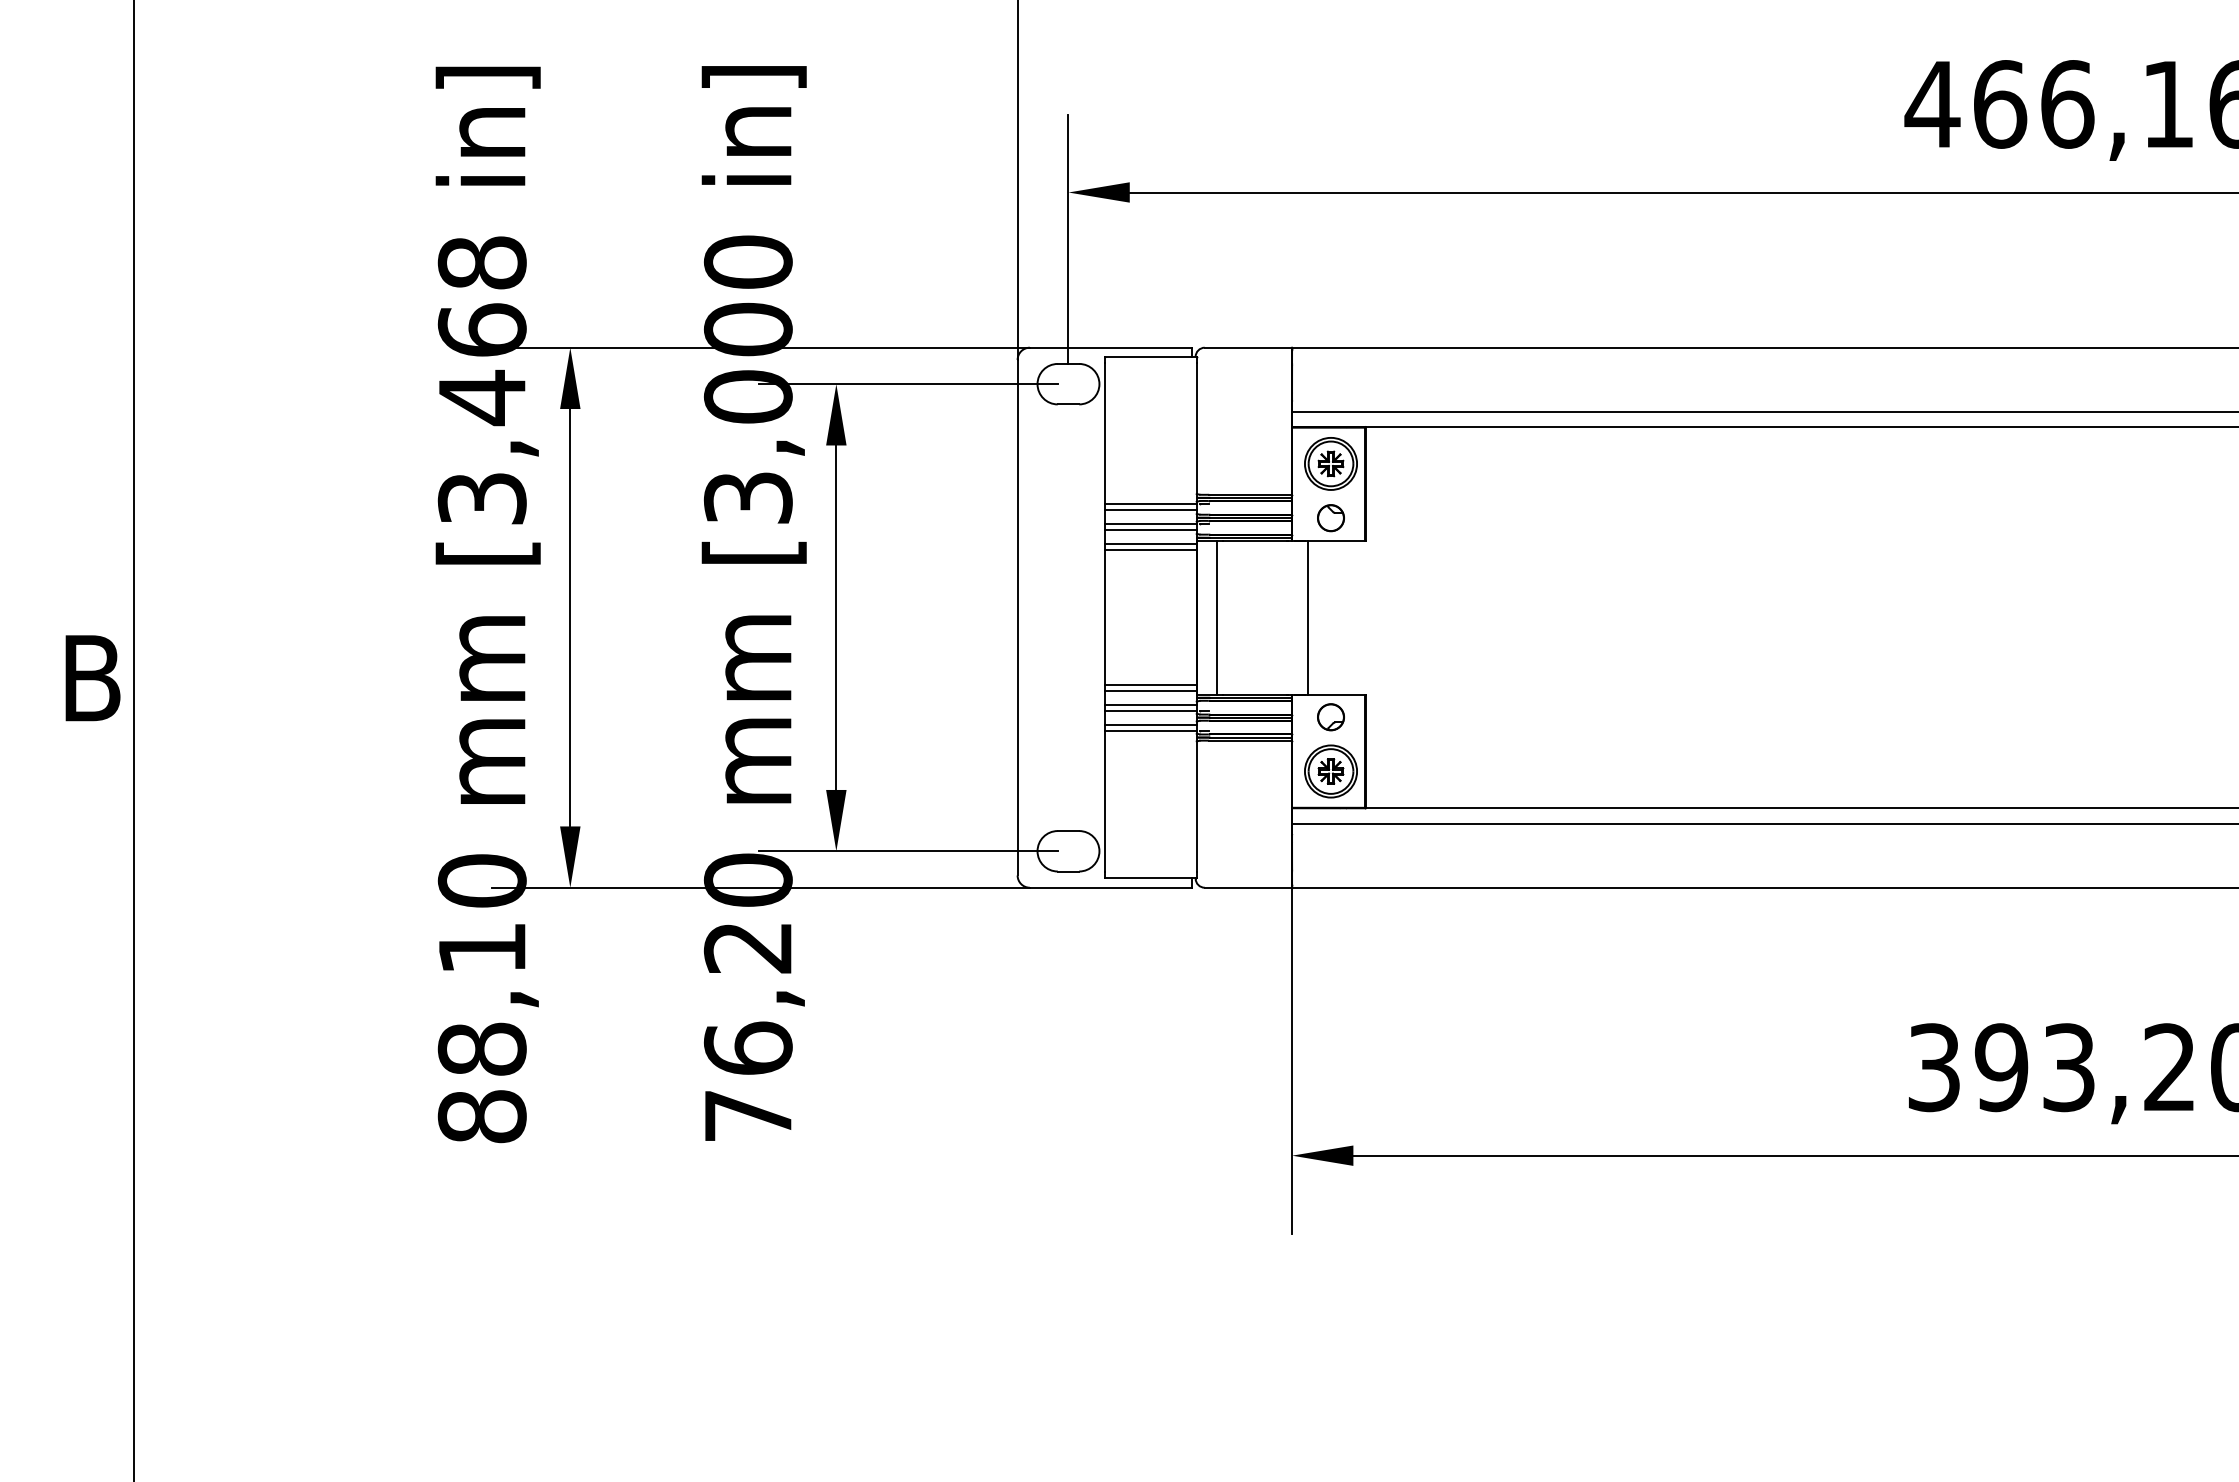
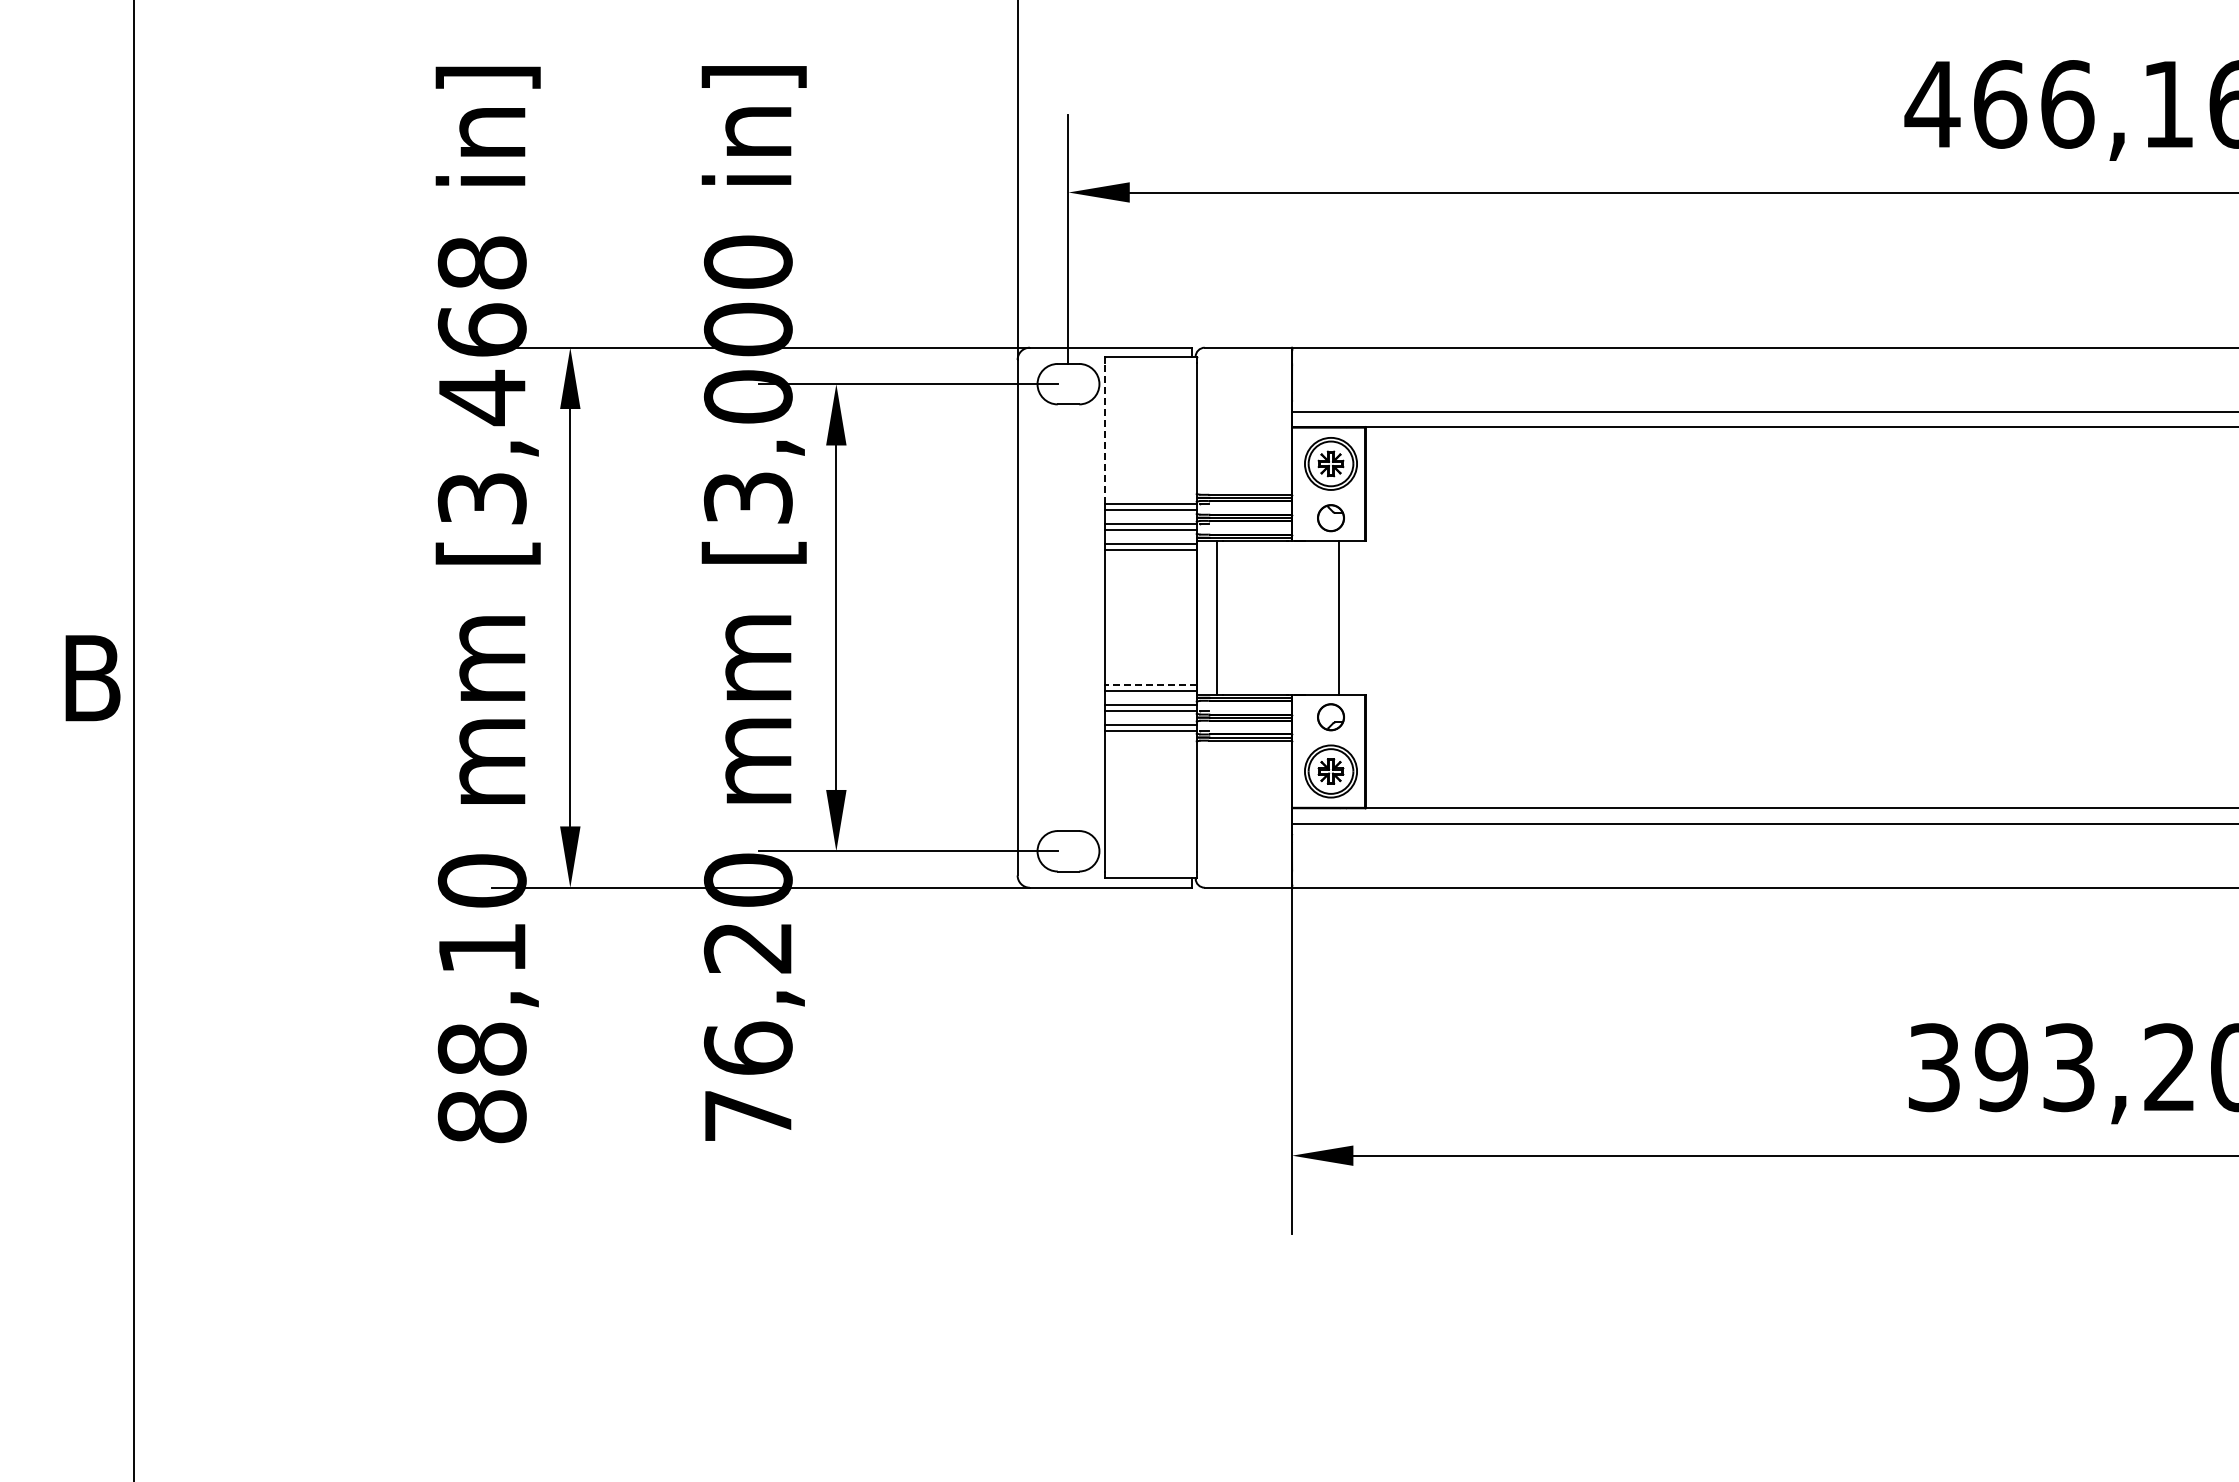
line at (1104, 433): solid -> dashed
line at (1307, 617) position: (1307, 617) -> (1338, 617)
line at (1150, 685): solid -> dashed
